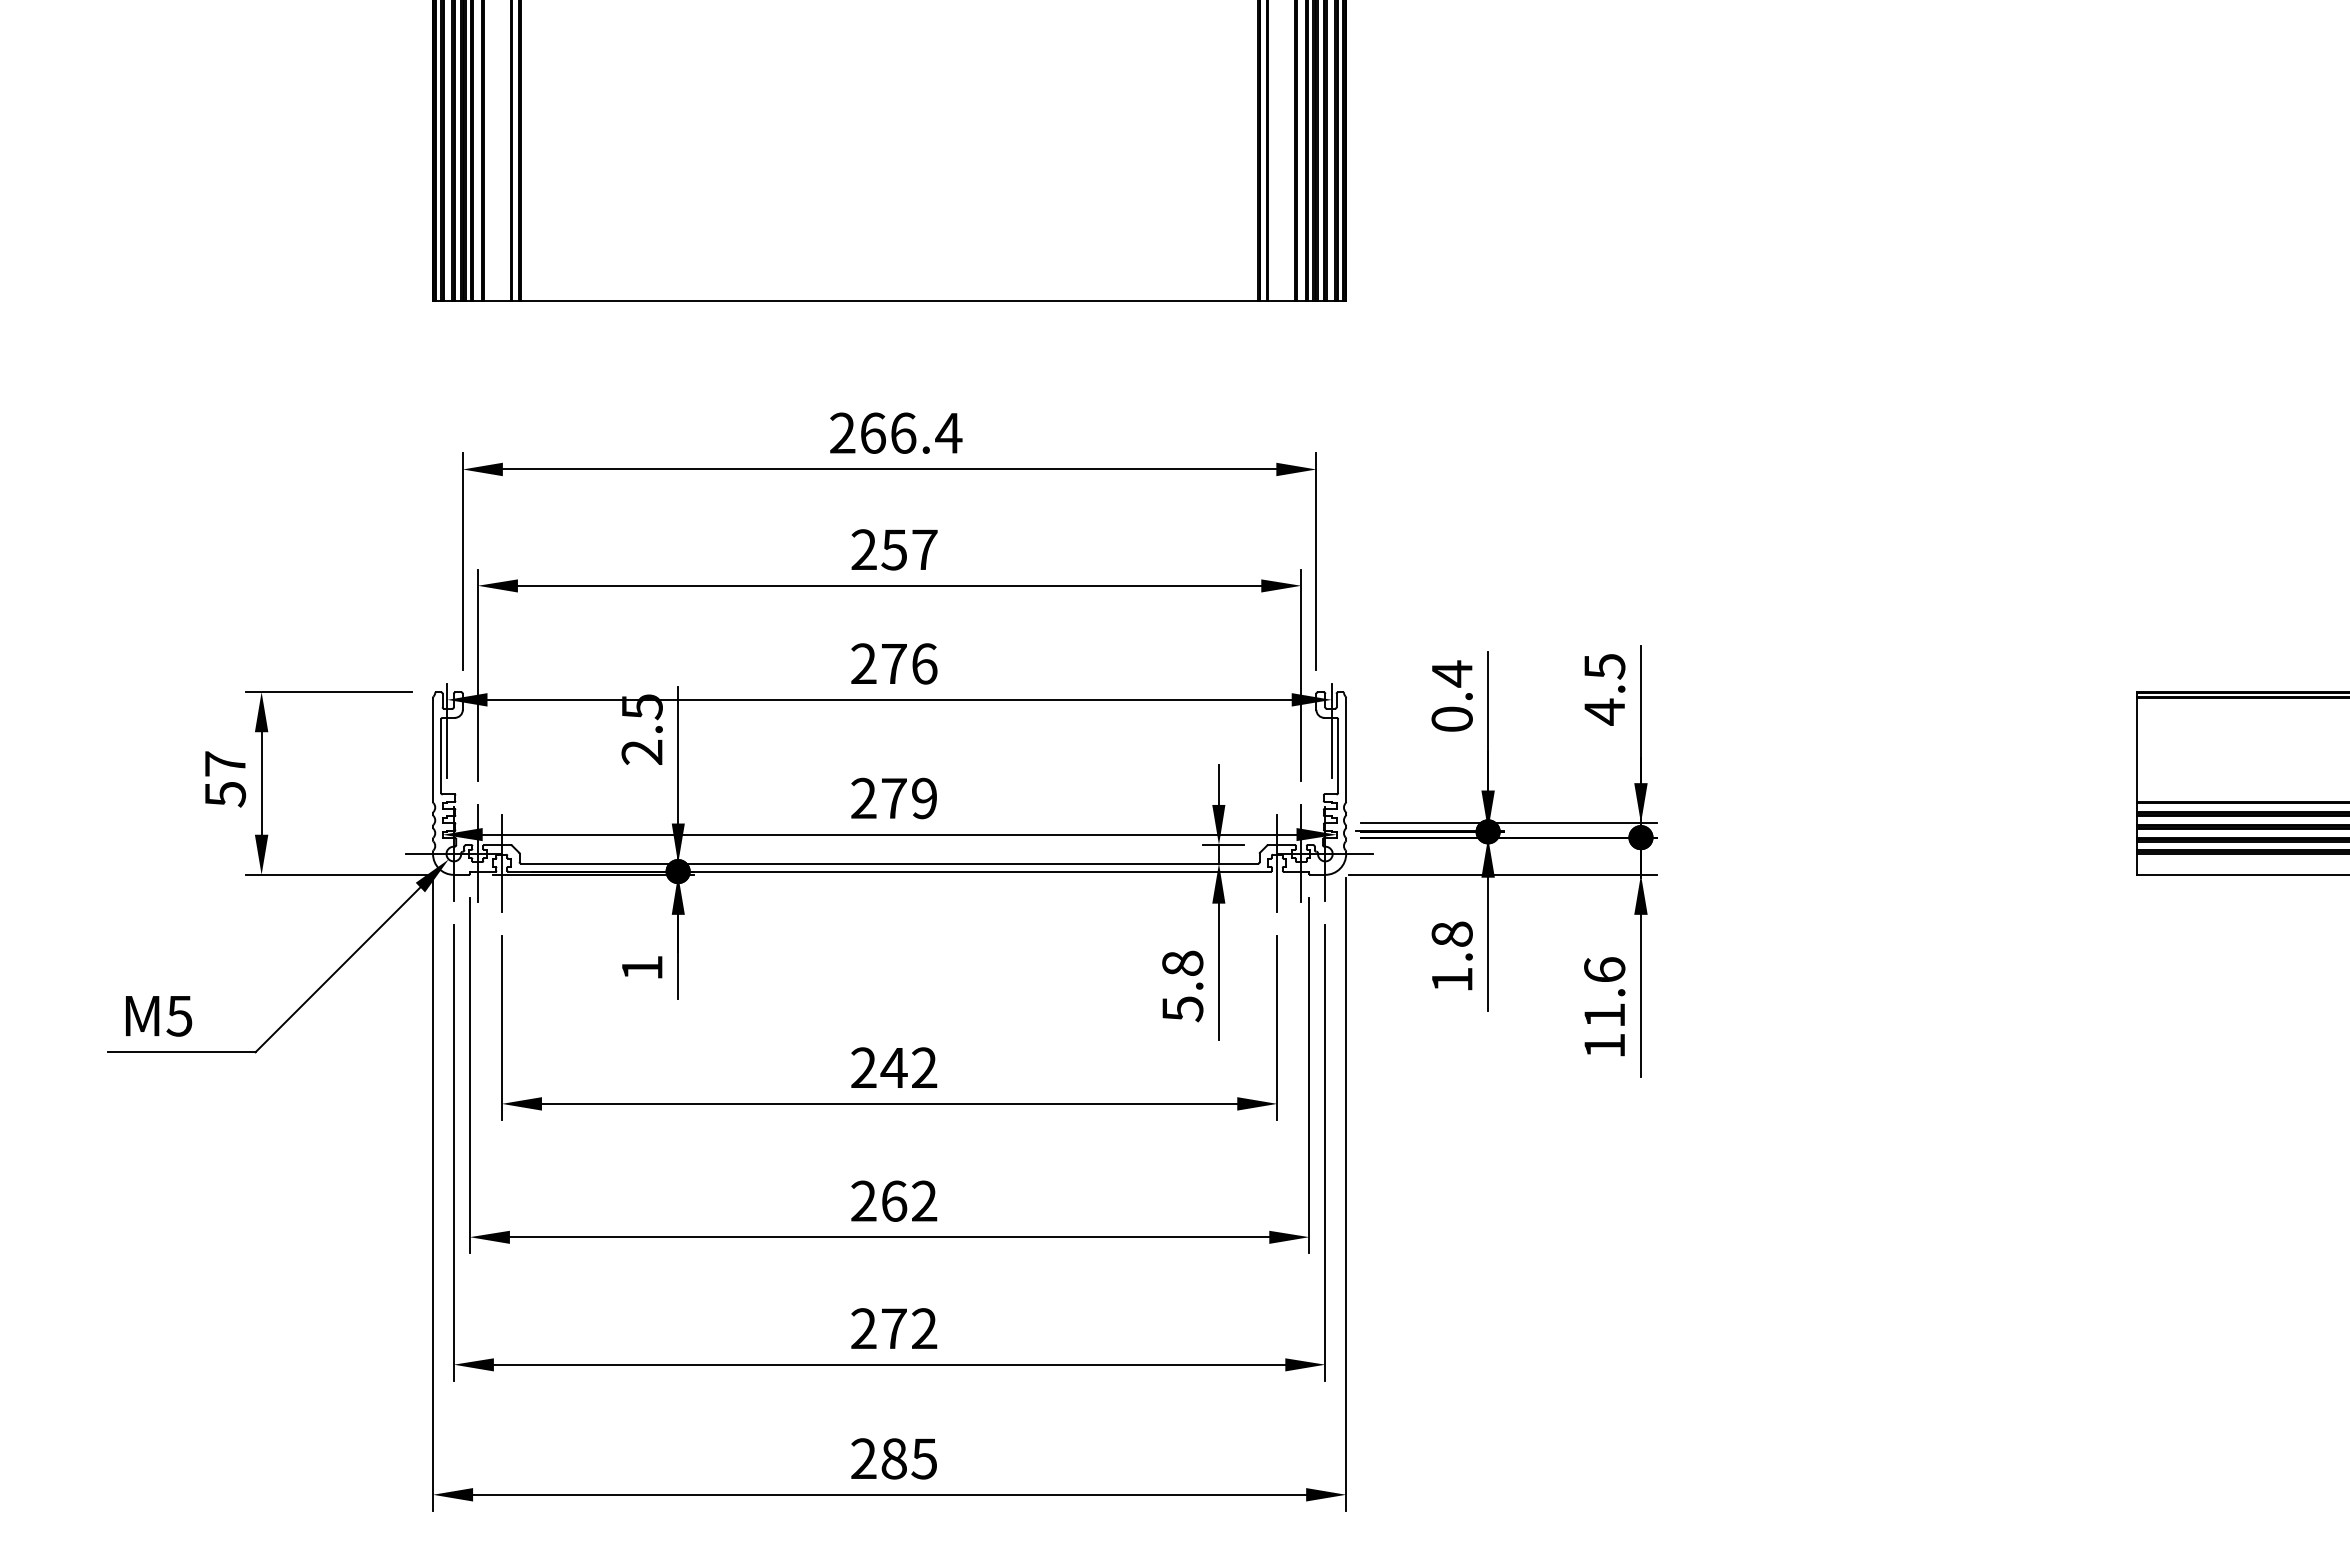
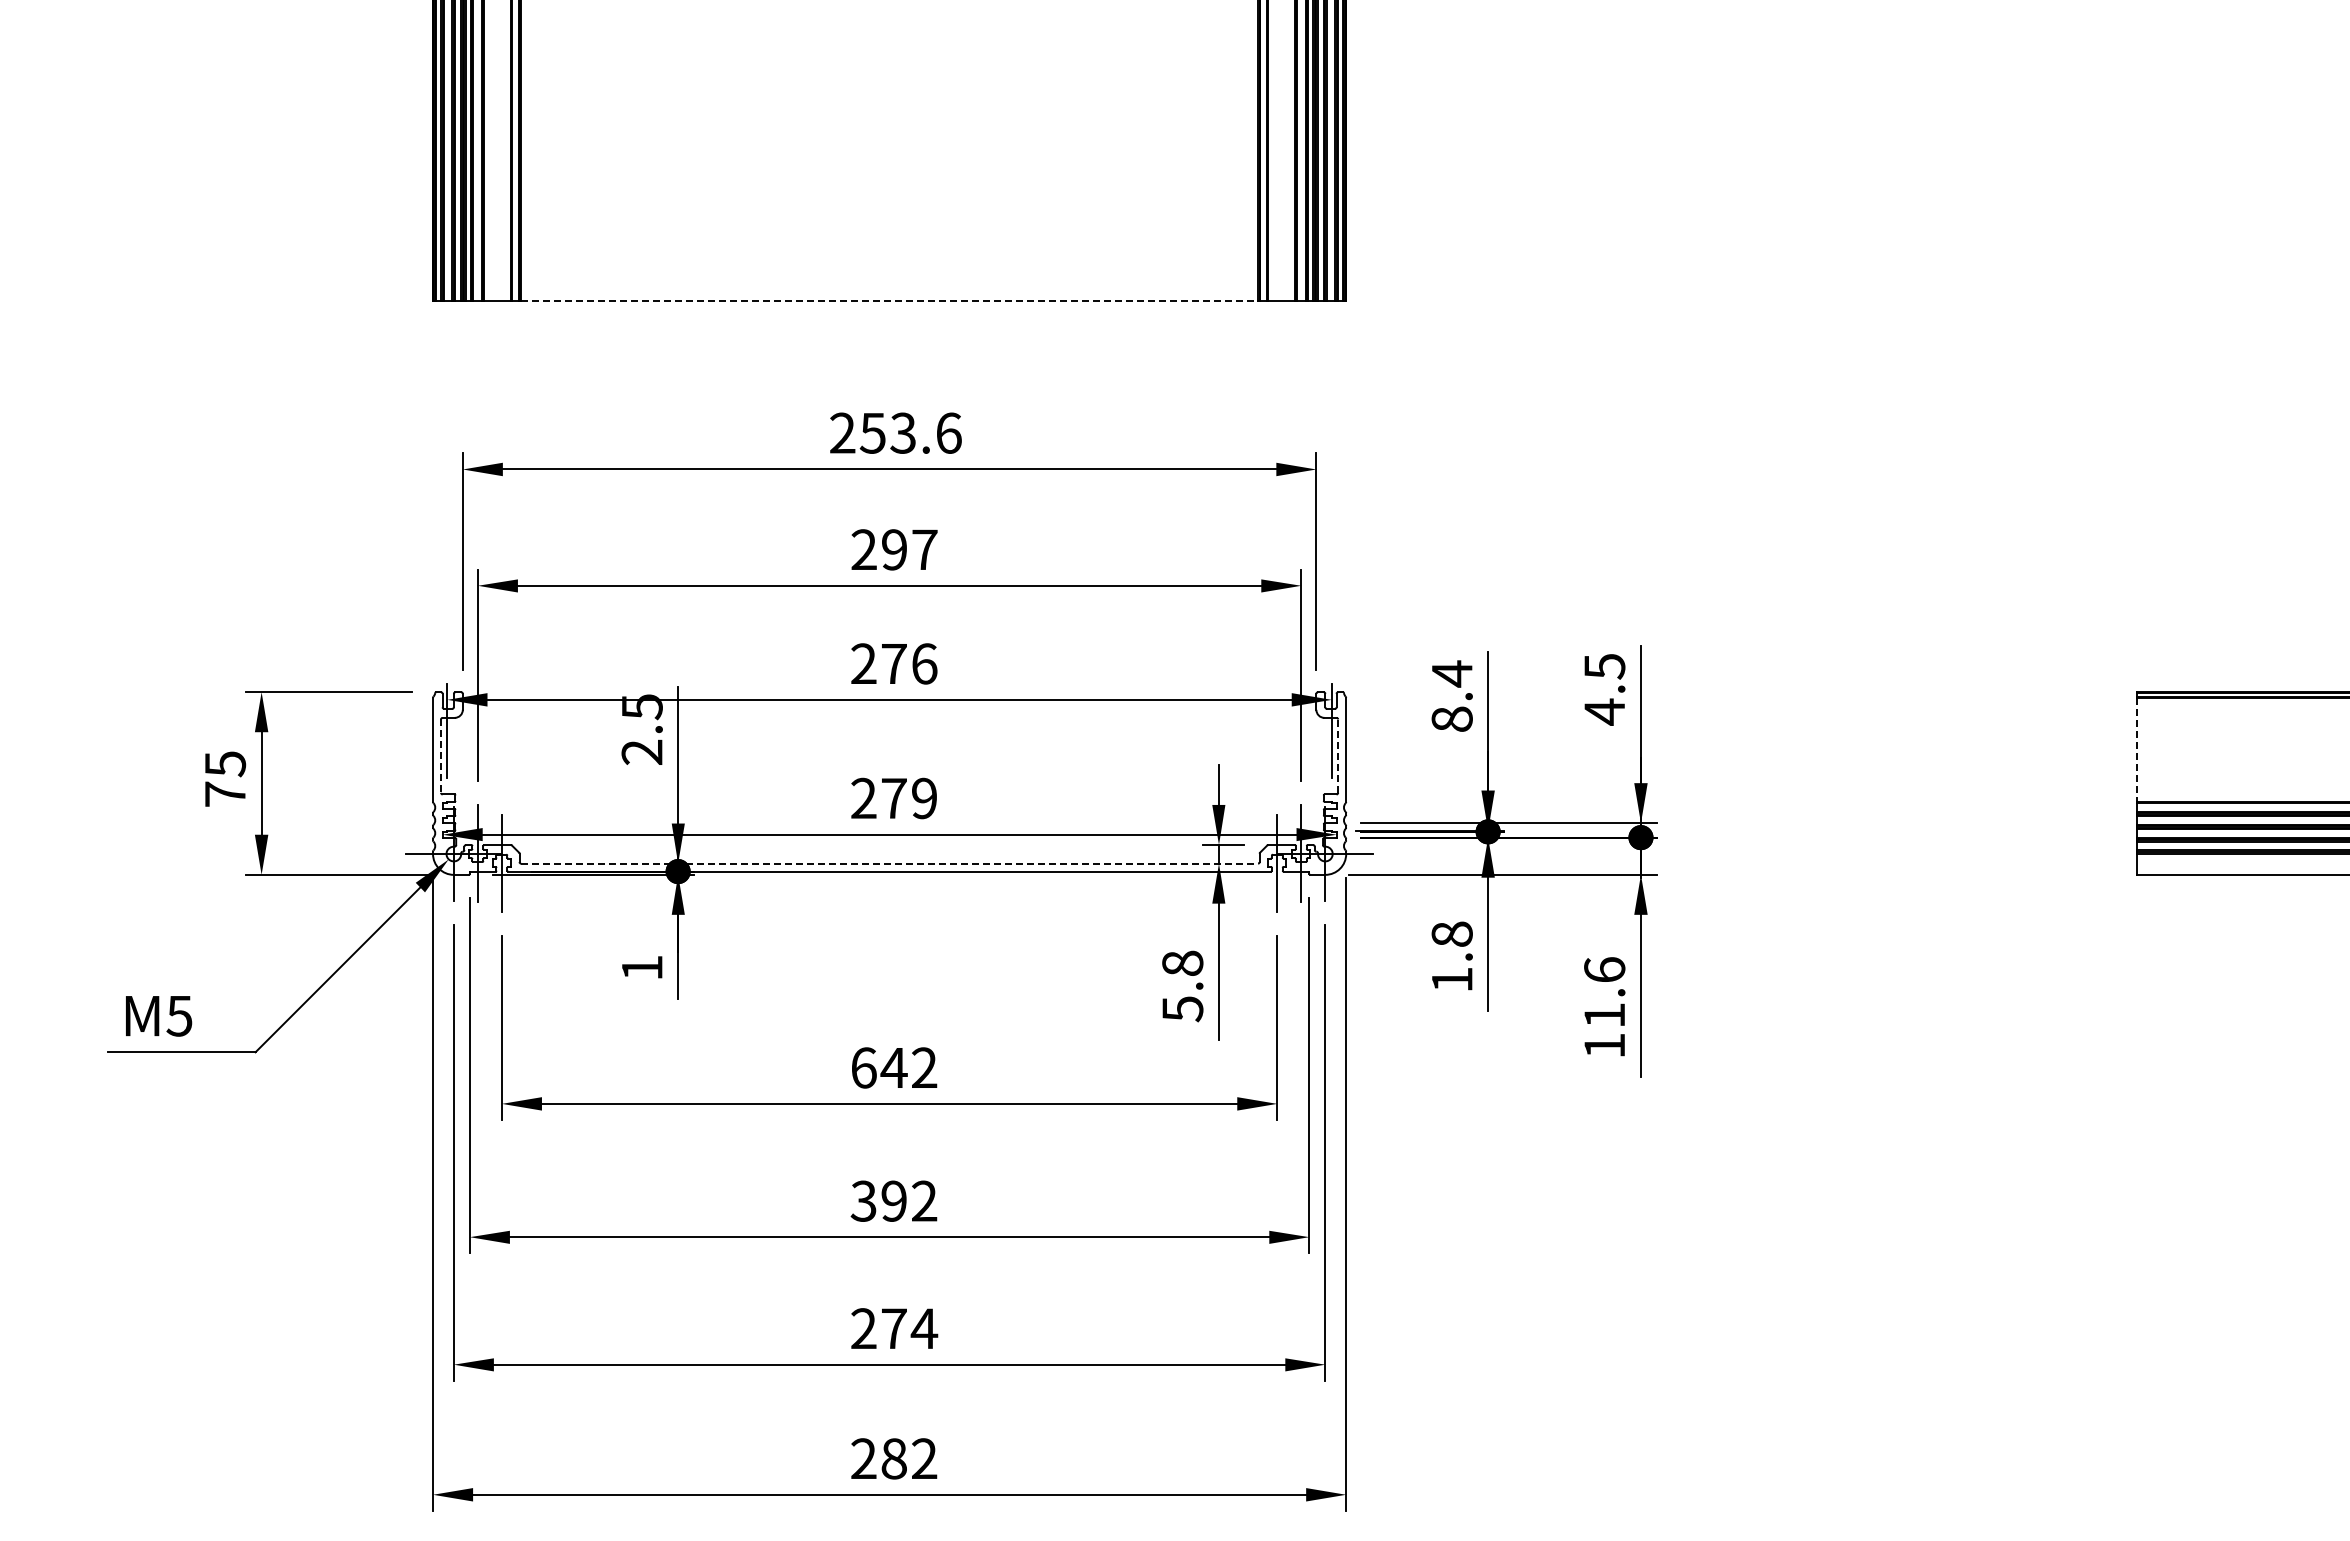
line at (890, 300): solid -> dashed
text at (910, 432): 266.4 -> 253.6
text at (893, 549): 257 -> 297
text at (1451, 718): 0.4 -> 8.4
line at (2137, 750): solid -> dashed
line at (441, 756): solid -> dashed
line at (1338, 756): solid -> dashed
text at (225, 779): 57 -> 75
line at (890, 863): solid -> dashed
text at (863, 1067): 242 -> 642
text at (878, 1200): 262 -> 392
text at (924, 1328): 272 -> 274
text at (924, 1458): 285 -> 282
